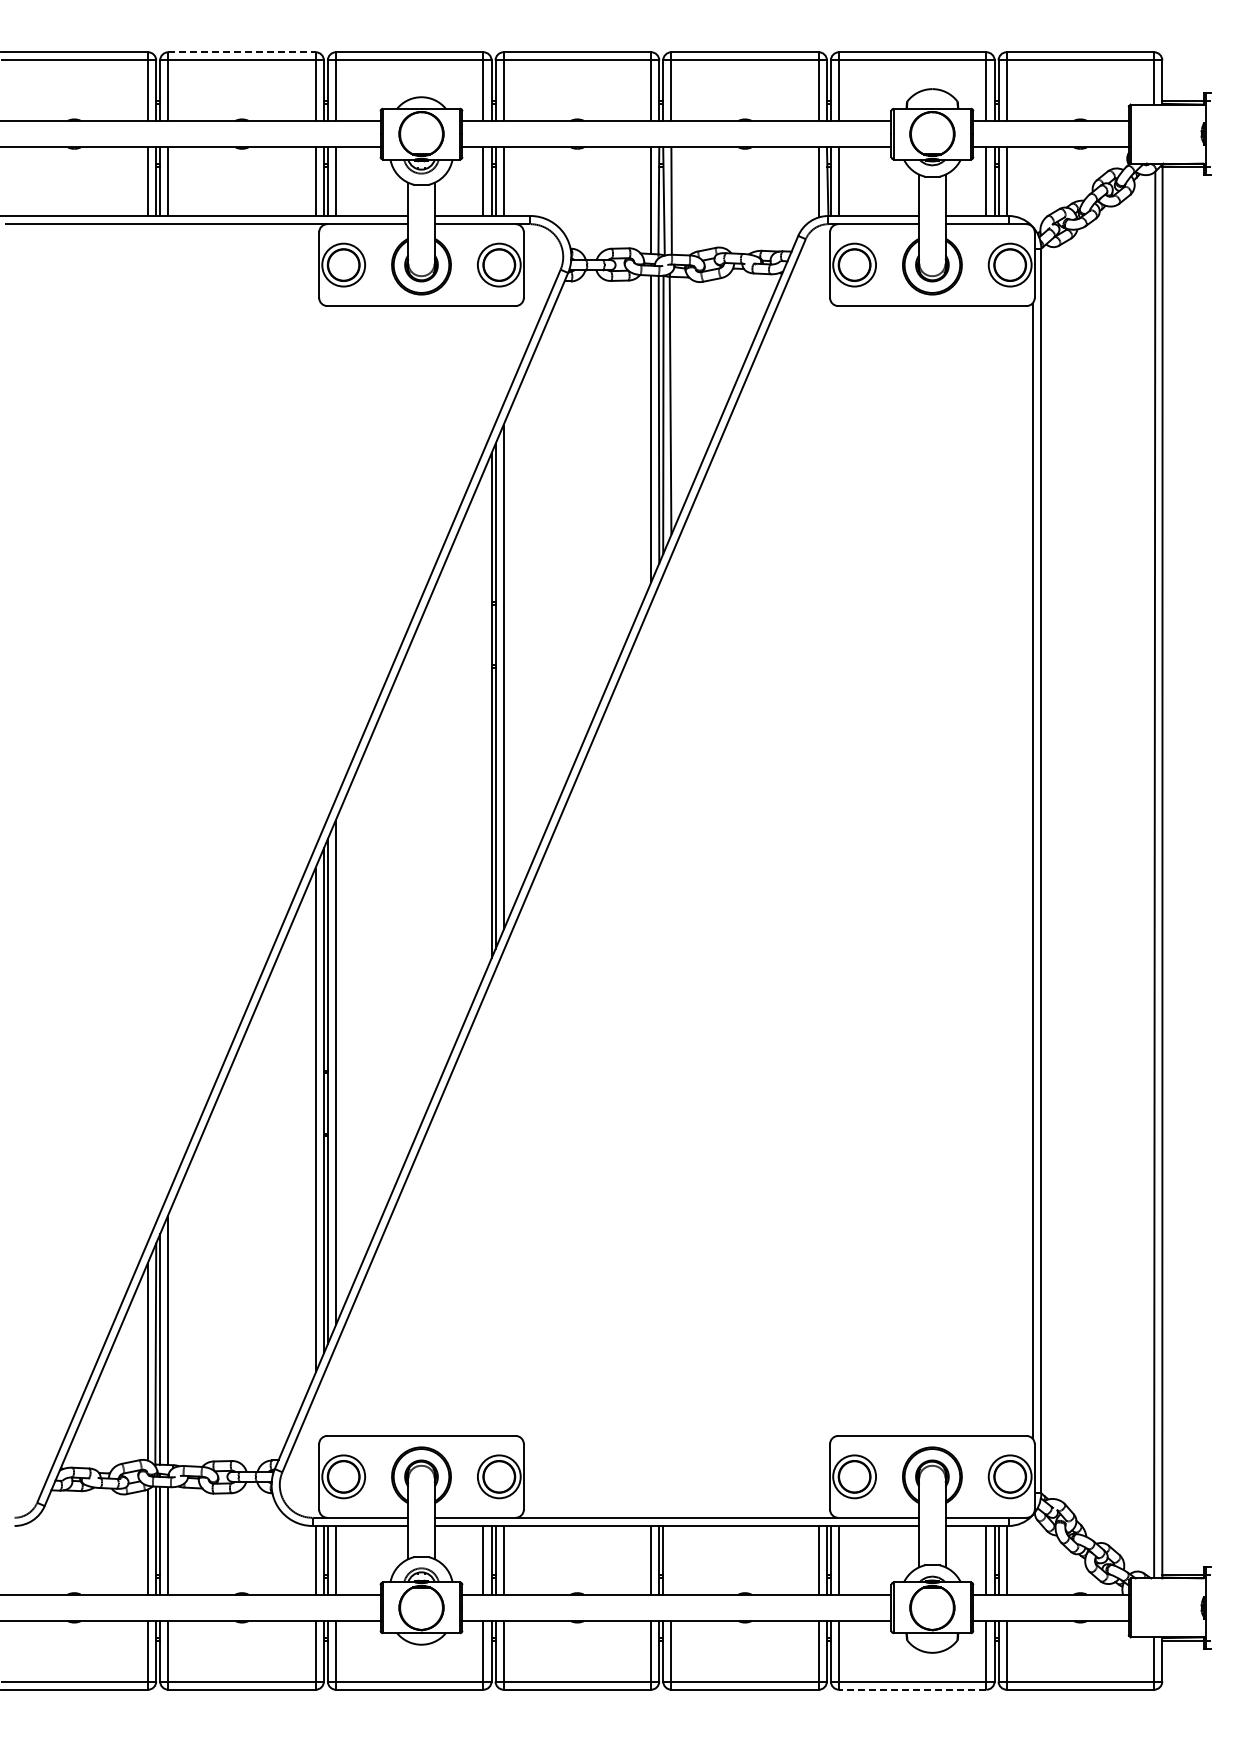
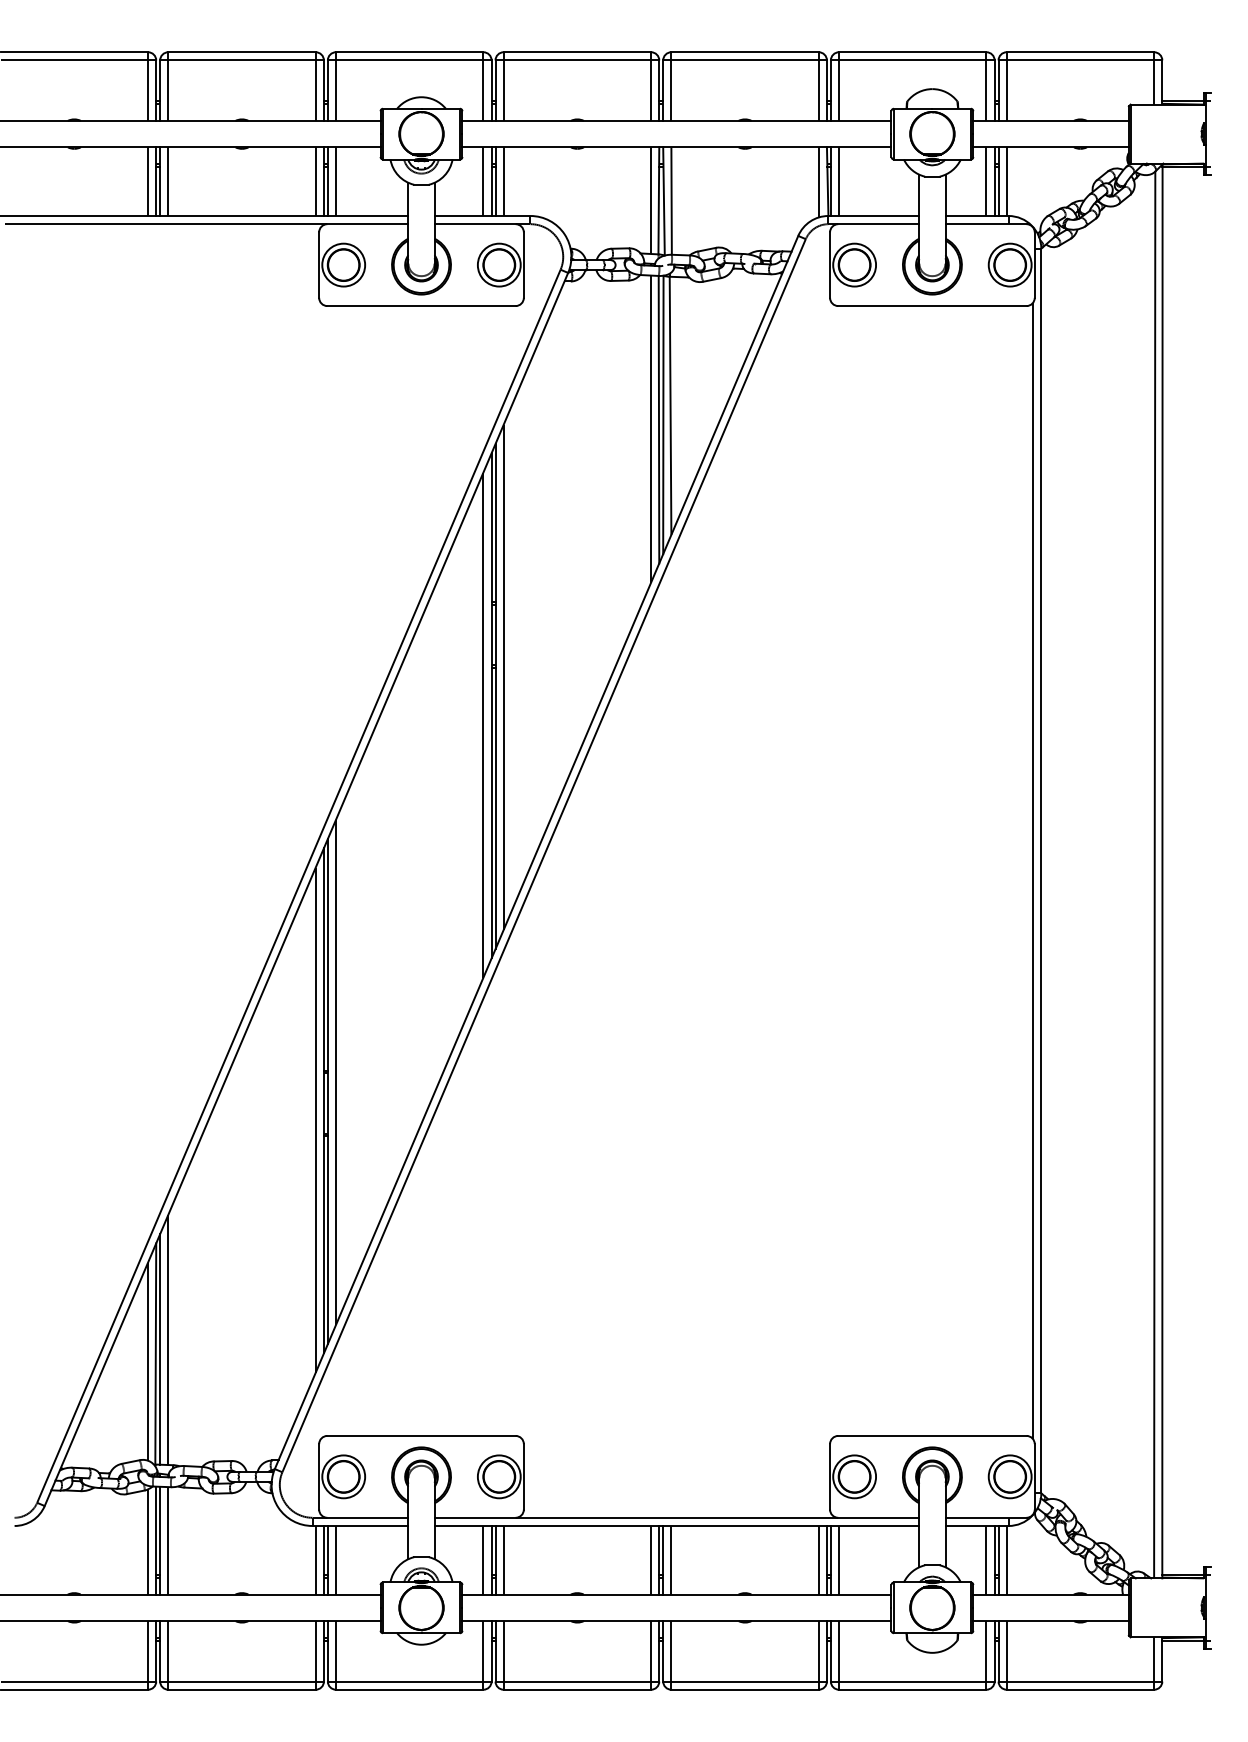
line at (242, 52): dashed -> solid
line at (483, 724): none -> present
line at (671, 1559): none -> present
line at (912, 1689): dashed -> solid
